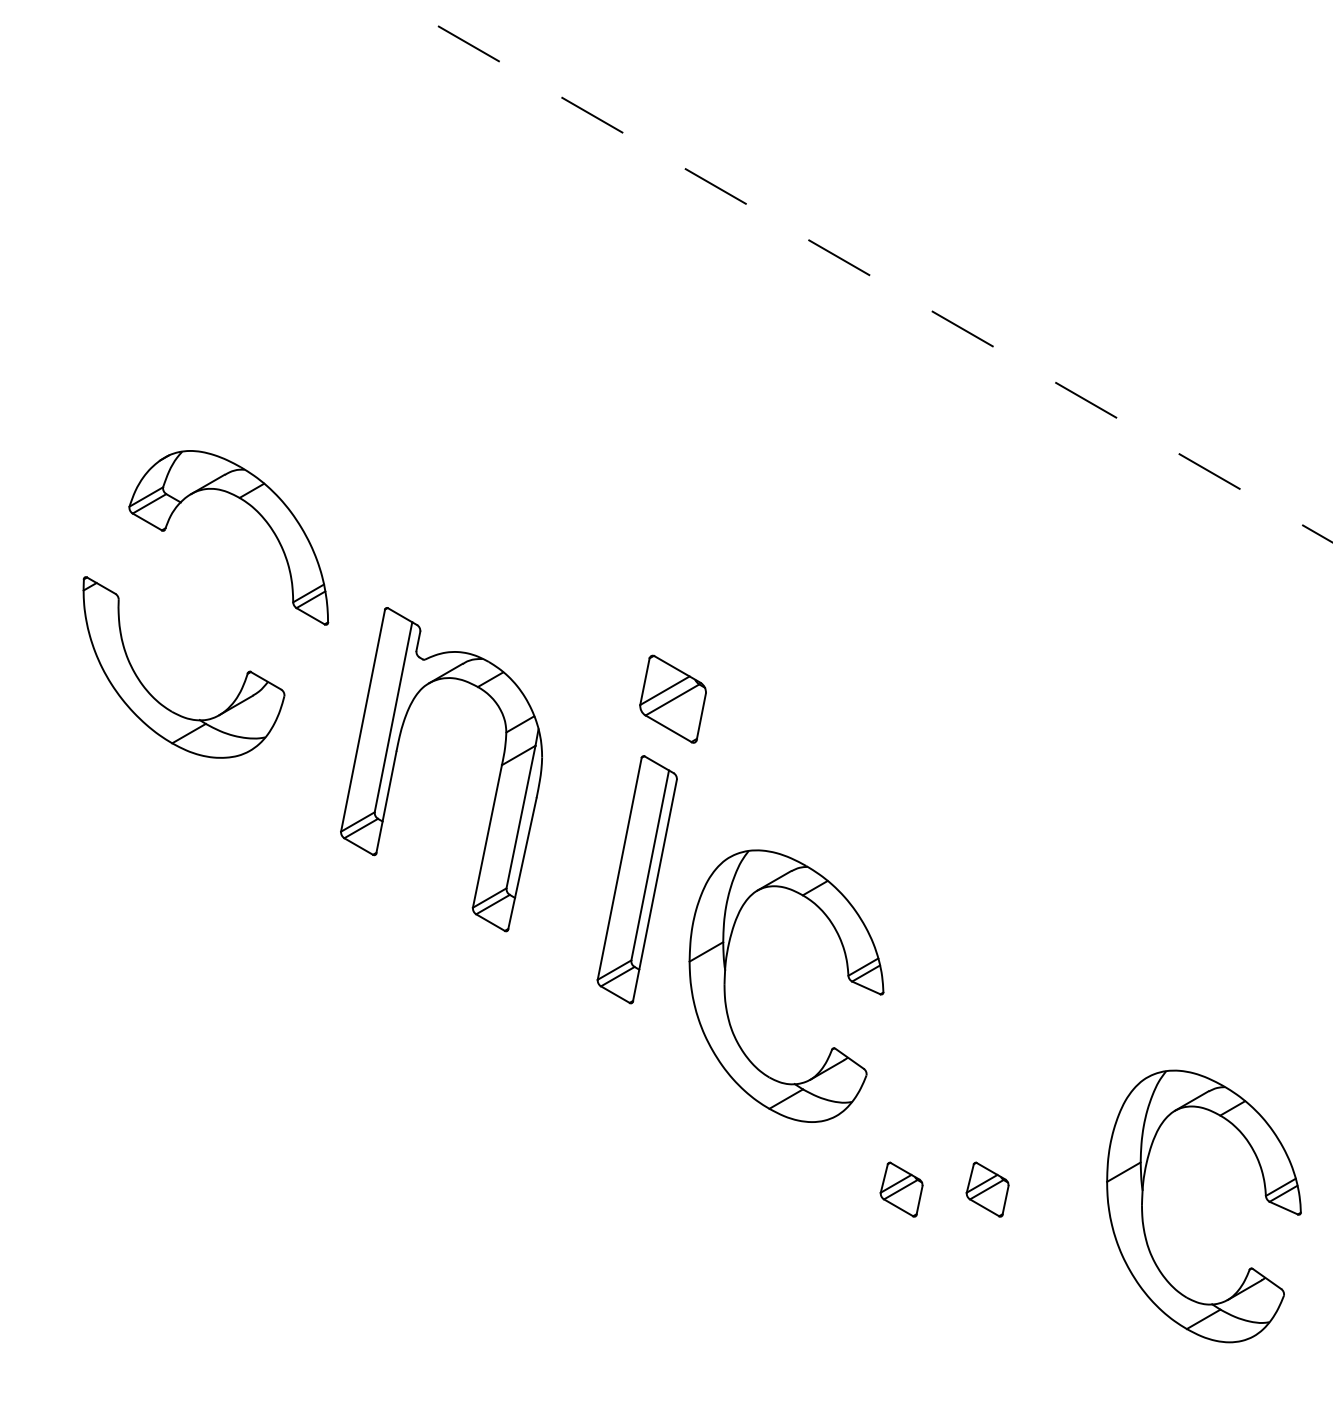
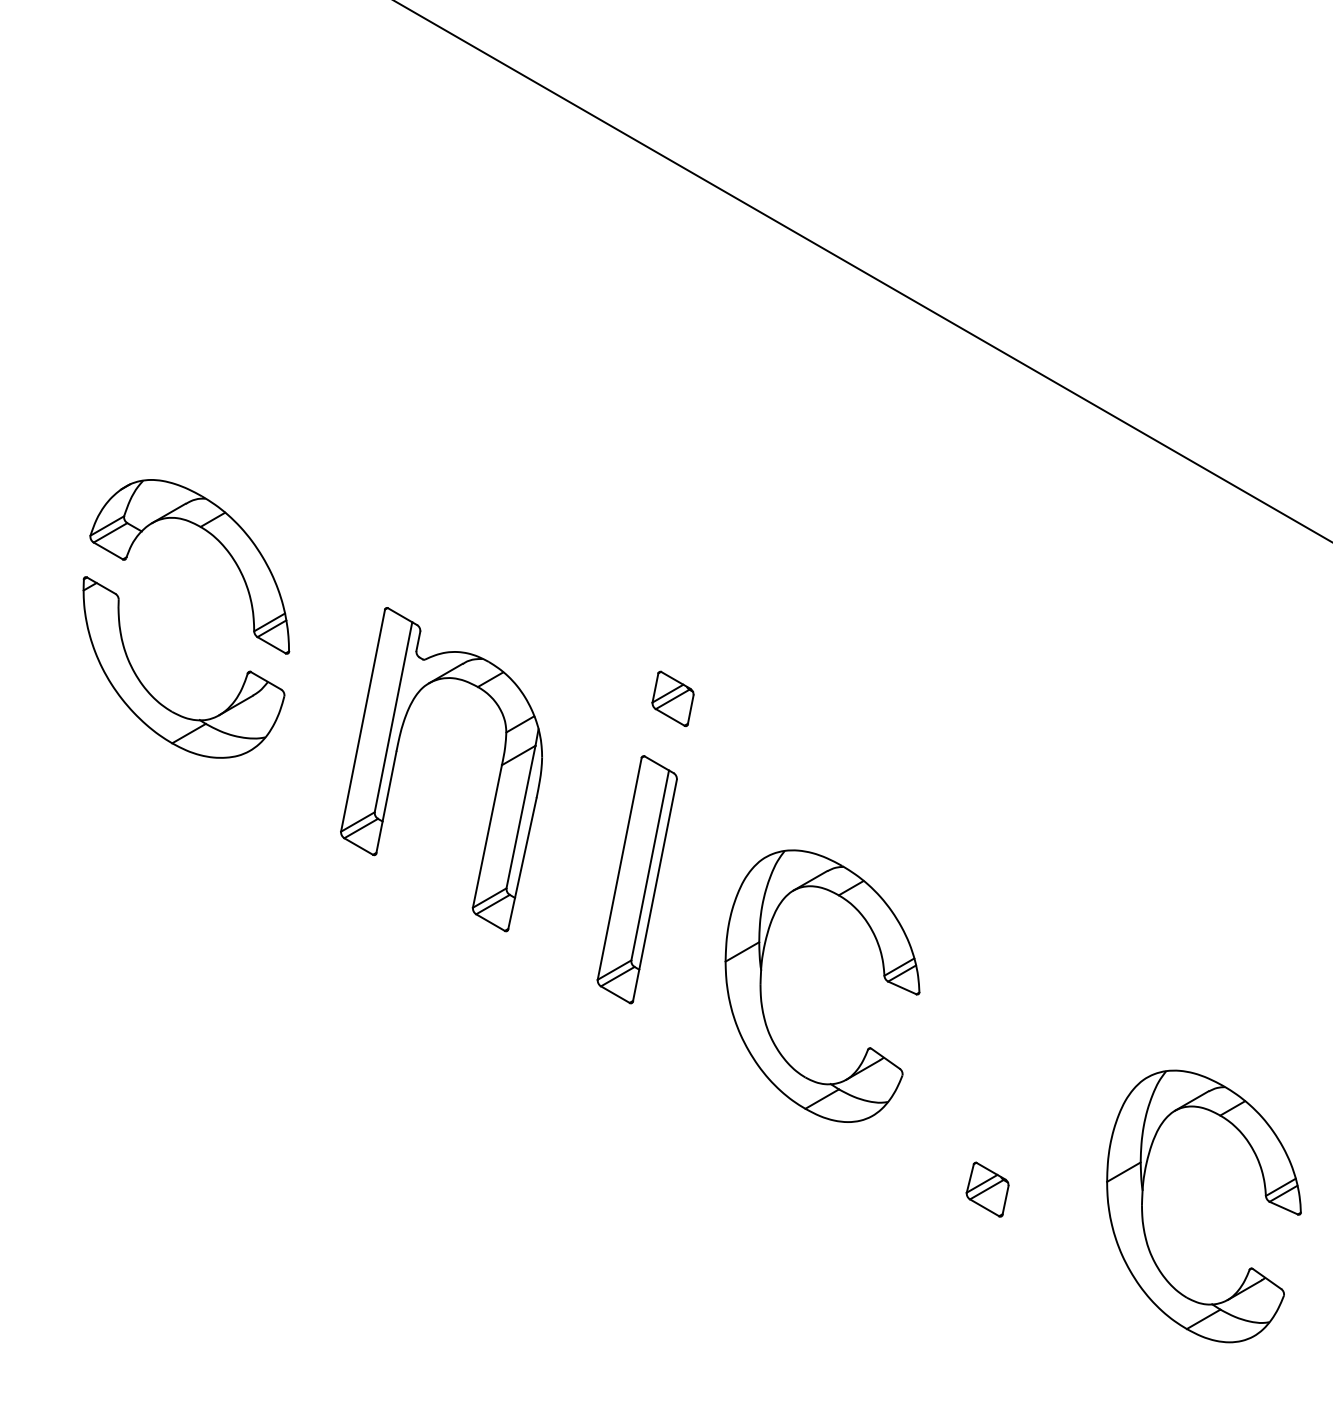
line at (862, 271): dashed -> solid
part at (254, 510) position: (254, 510) -> (215, 539)
part at (672, 698) size: 68x90 px -> 44x57 px
part at (725, 985) position: (725, 985) -> (761, 985)
part at (901, 1189): present -> none
